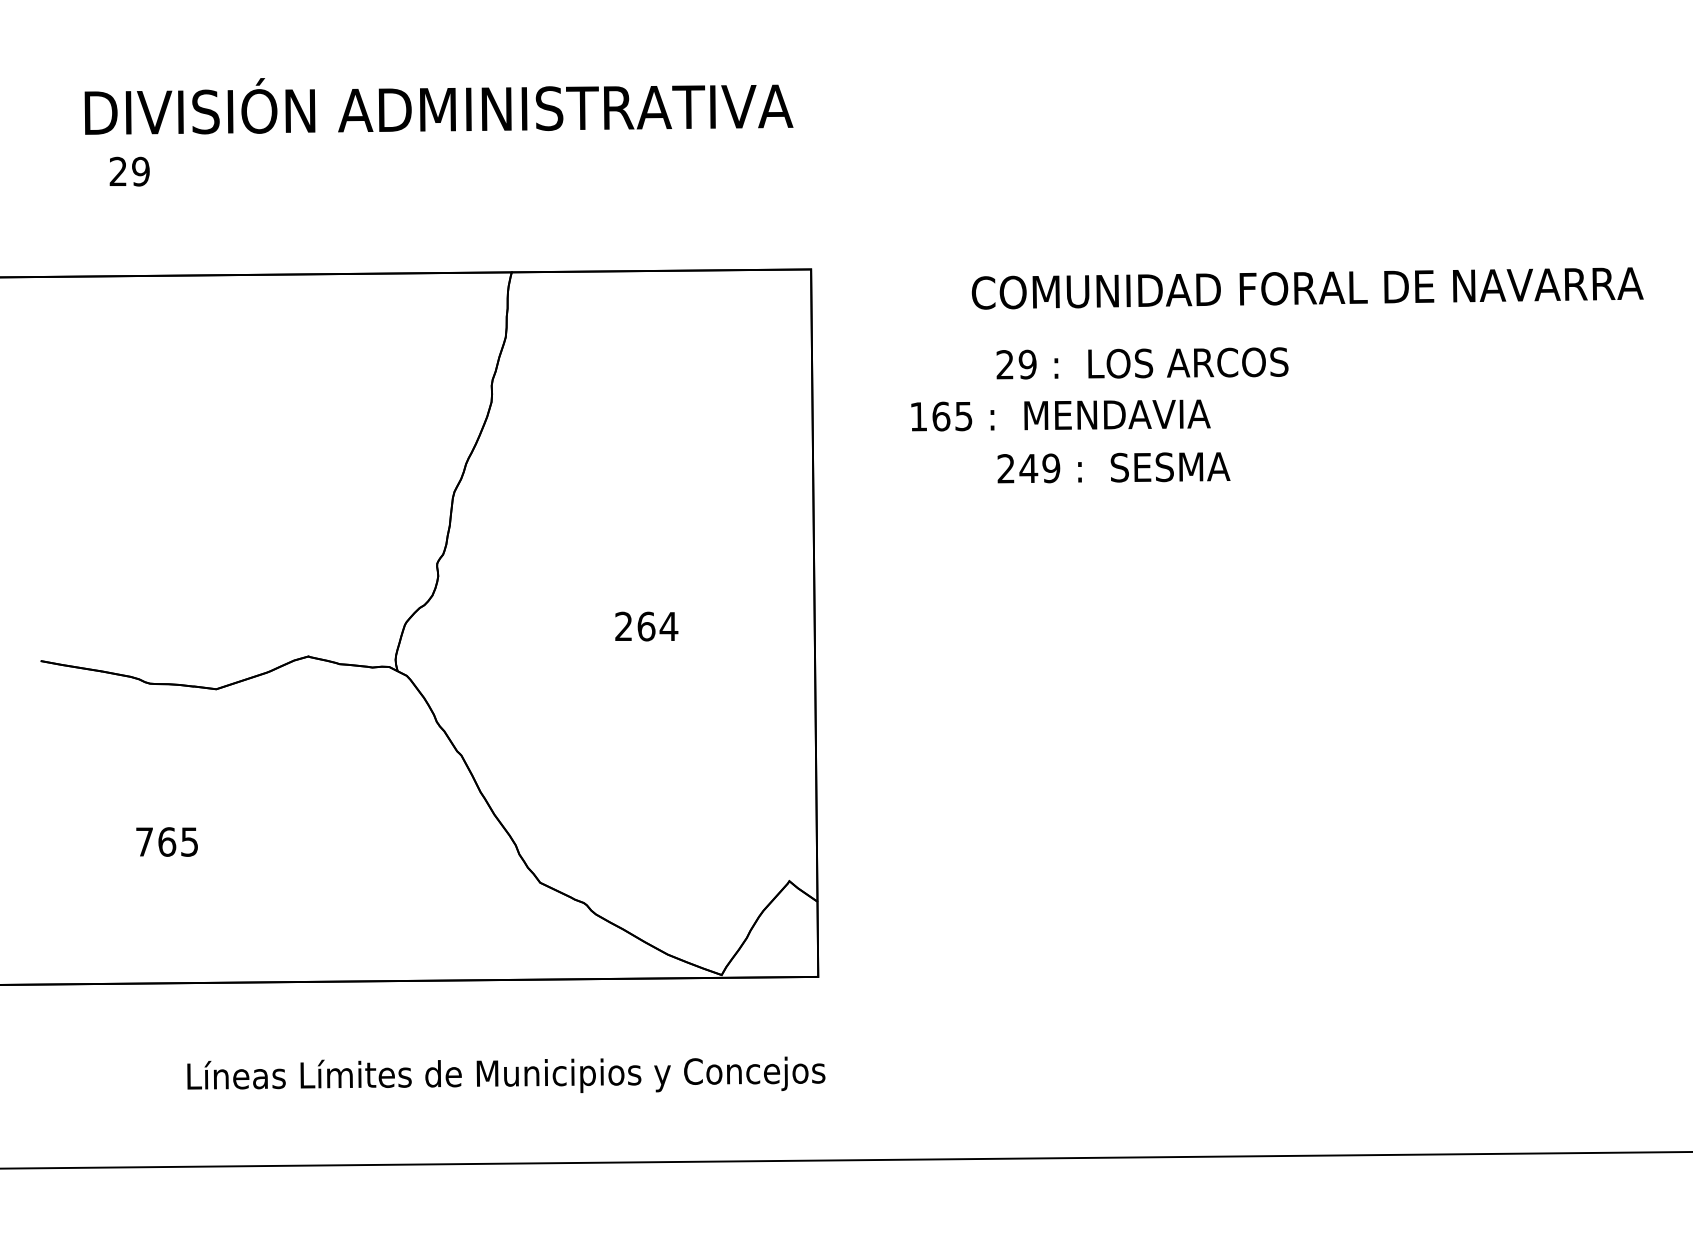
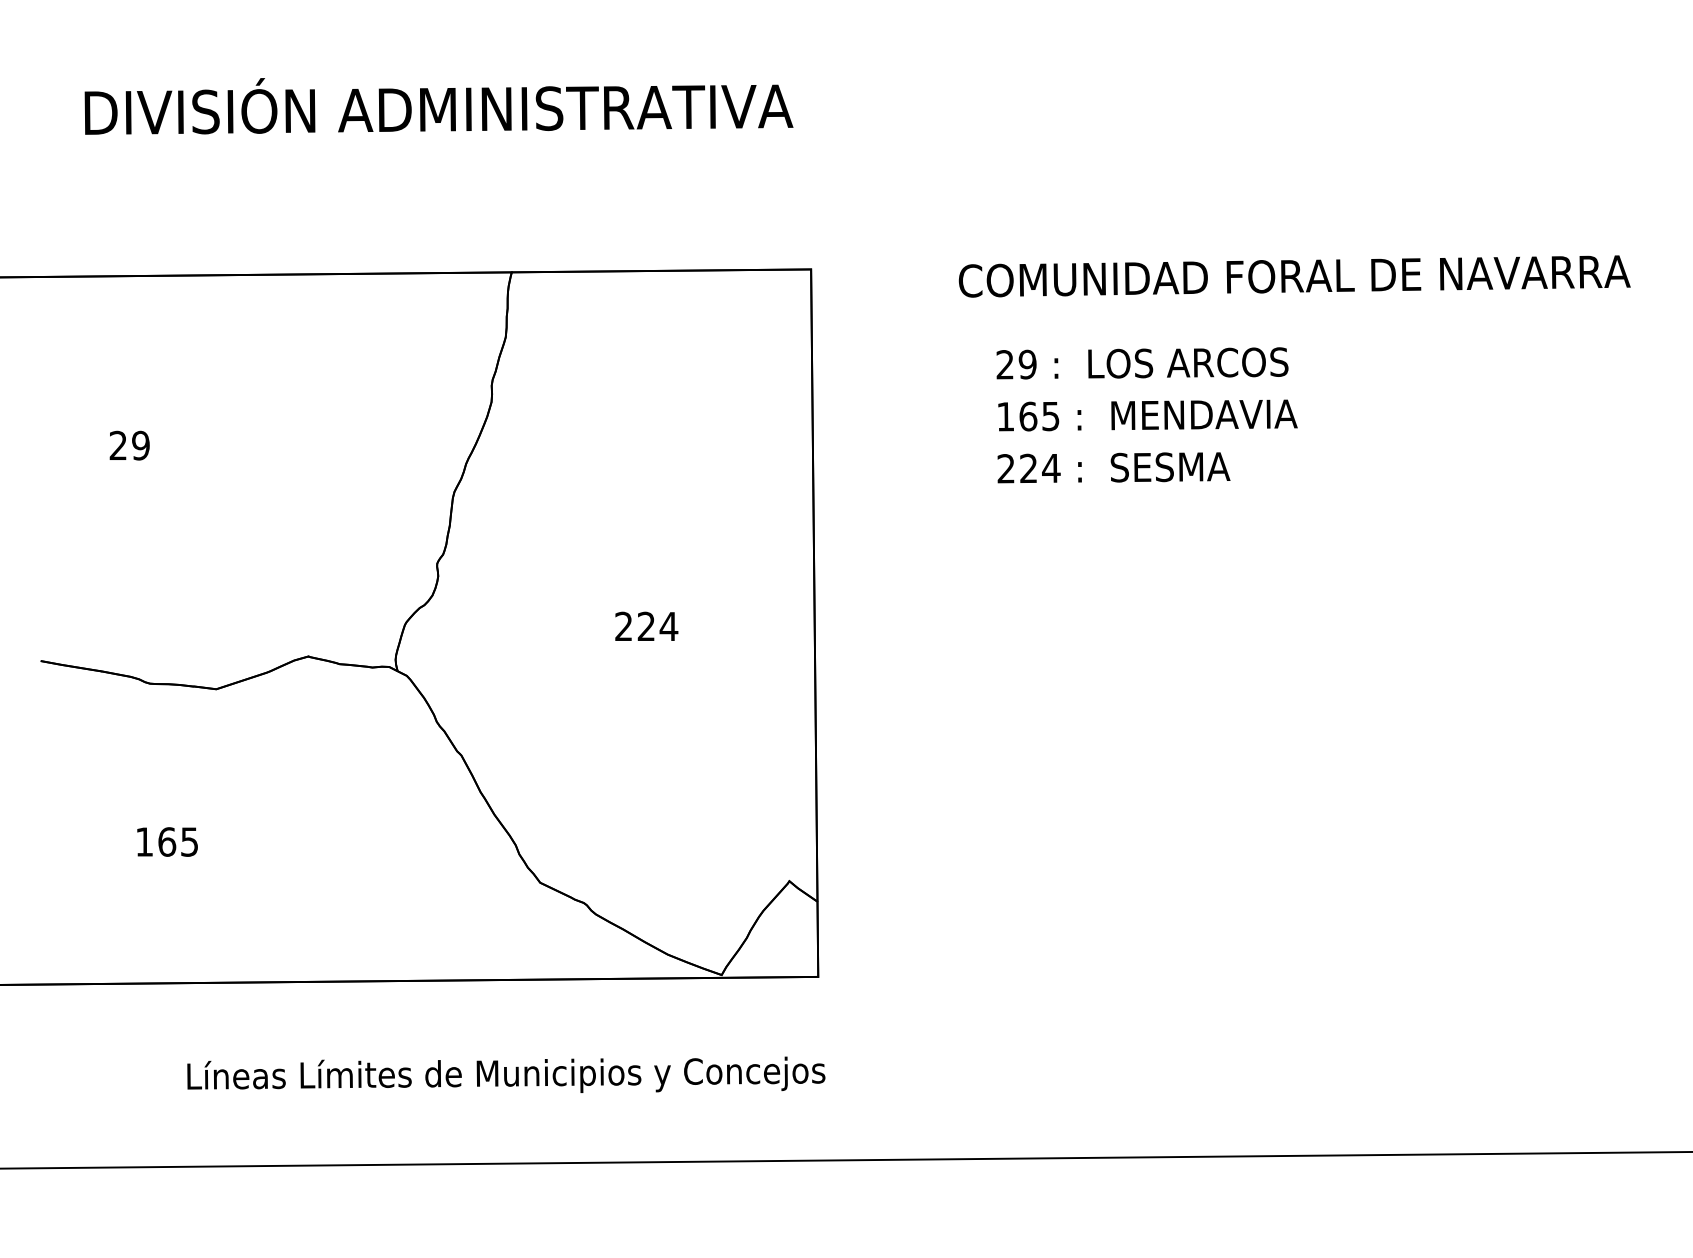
text at (129, 171) position: (129, 171) -> (129, 445)
text at (1307, 288) position: (1307, 288) -> (1294, 276)
text at (1060, 415) position: (1060, 415) -> (1147, 415)
text at (1039, 468): 249 -> 224
text at (646, 626): 264 -> 224
text at (144, 841): 765 -> 165
